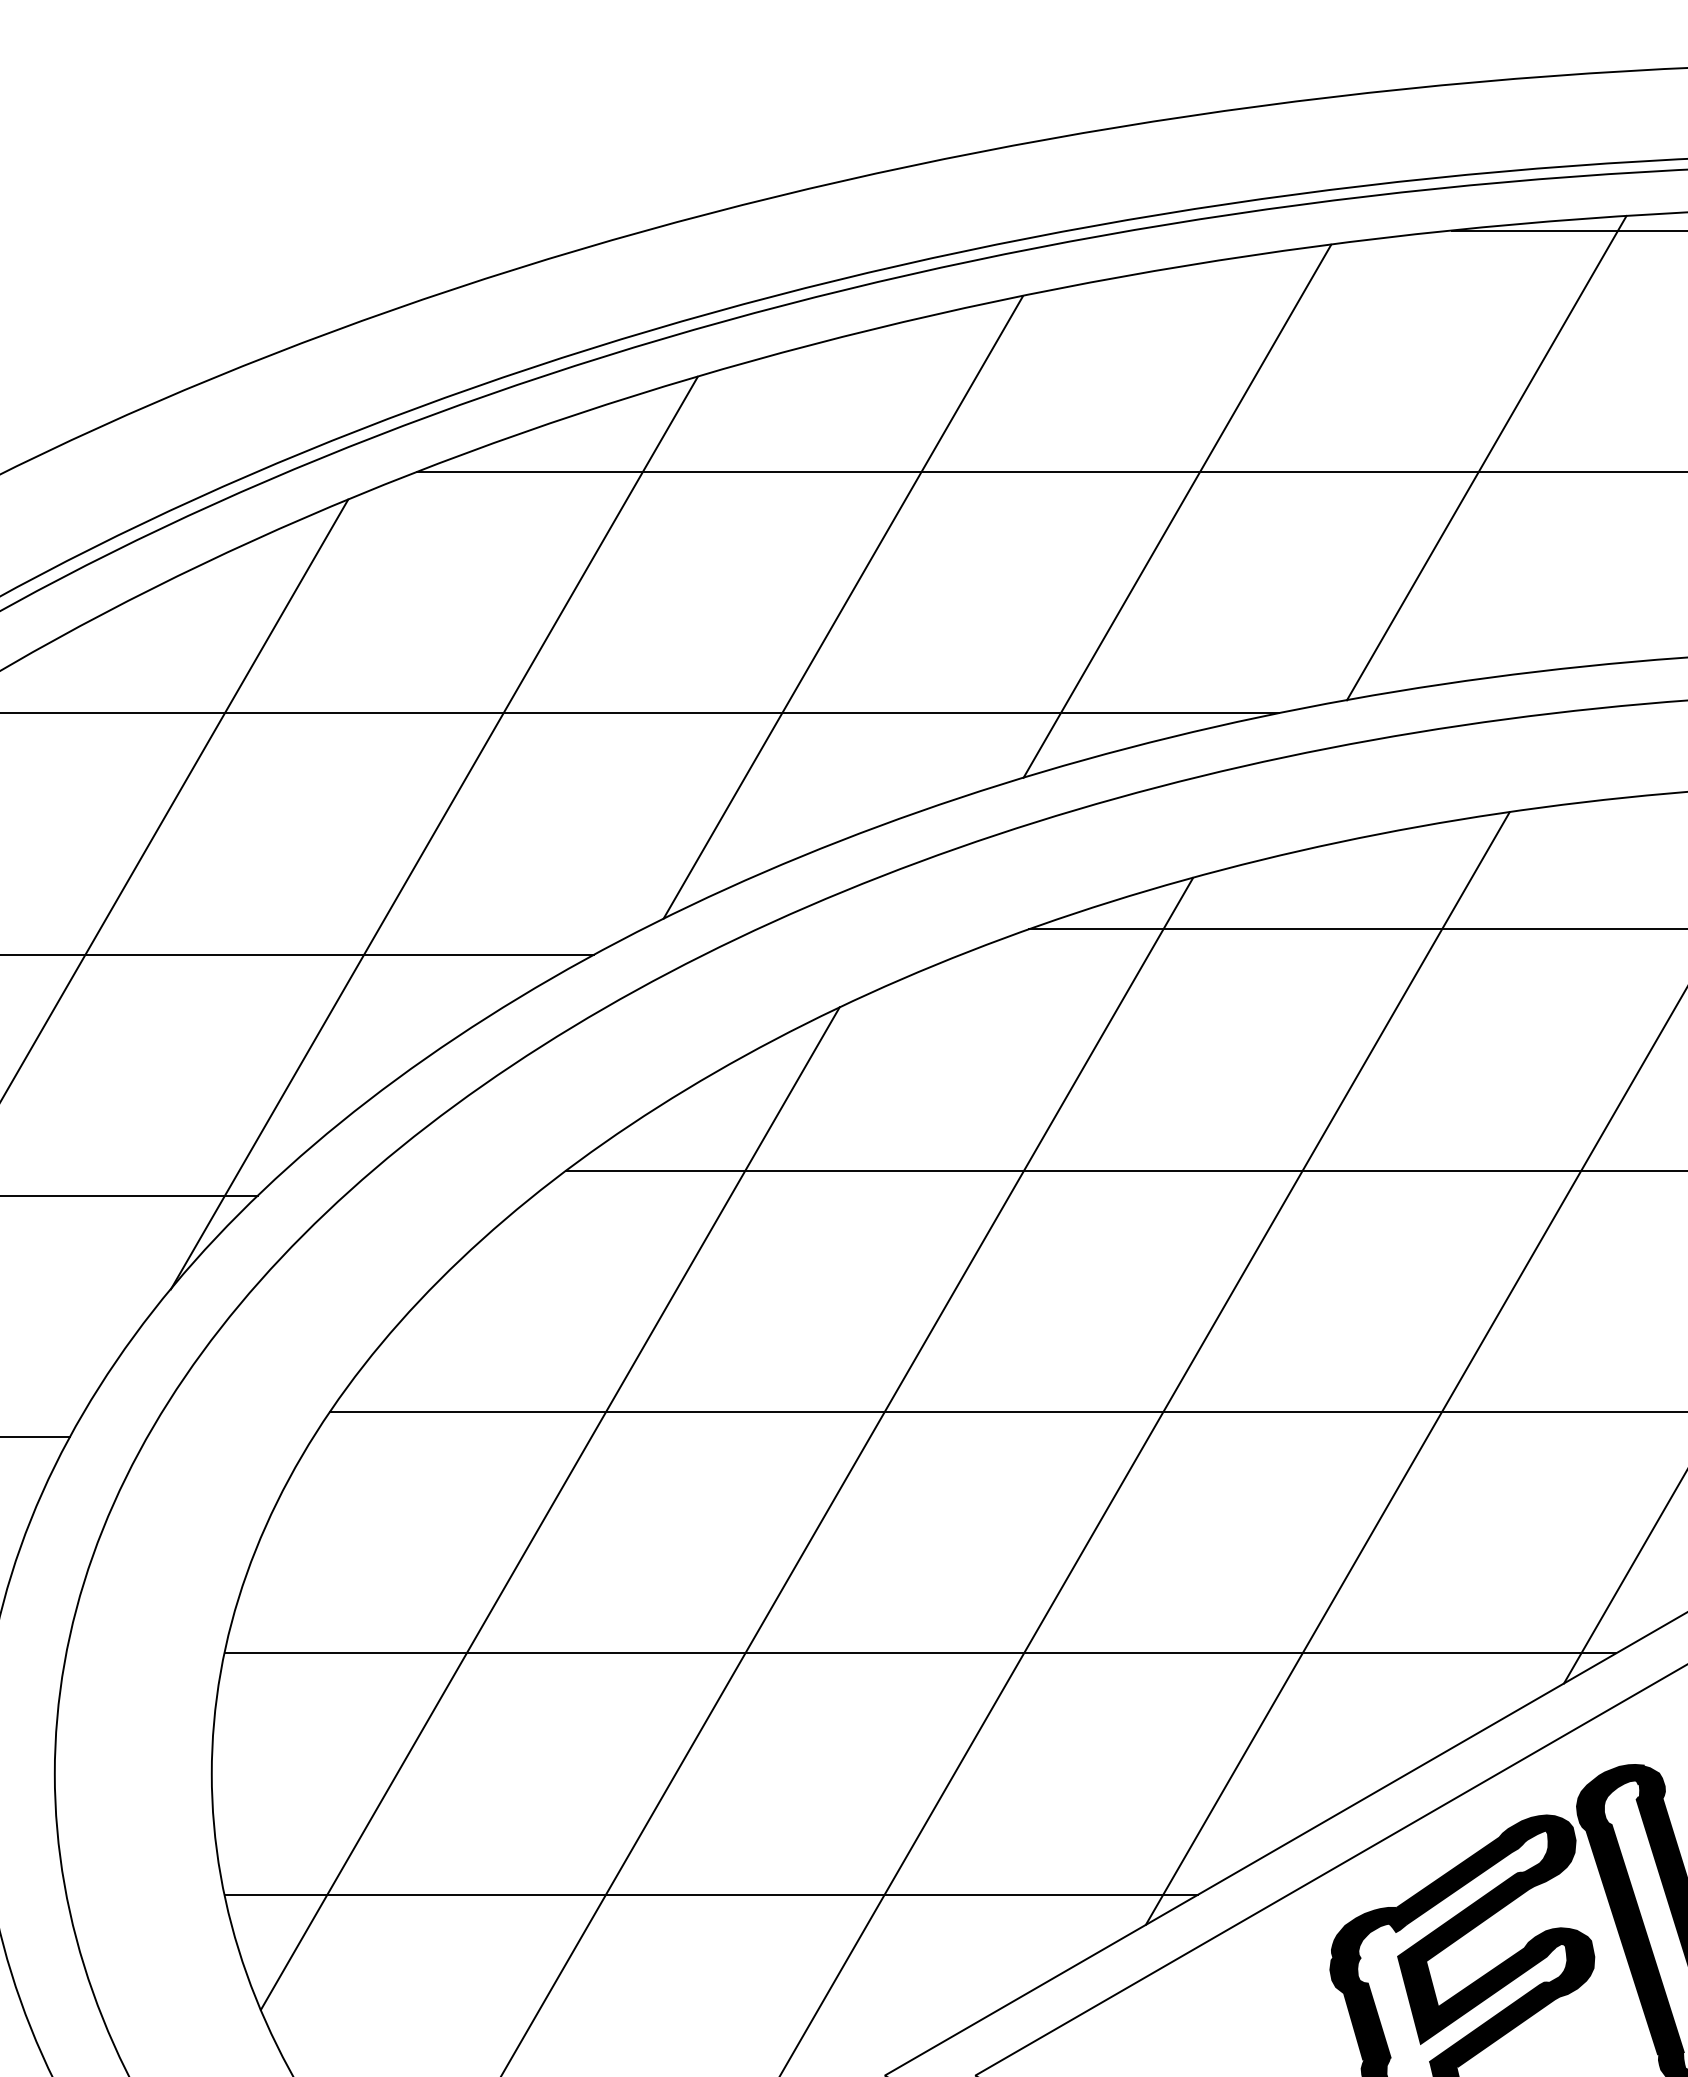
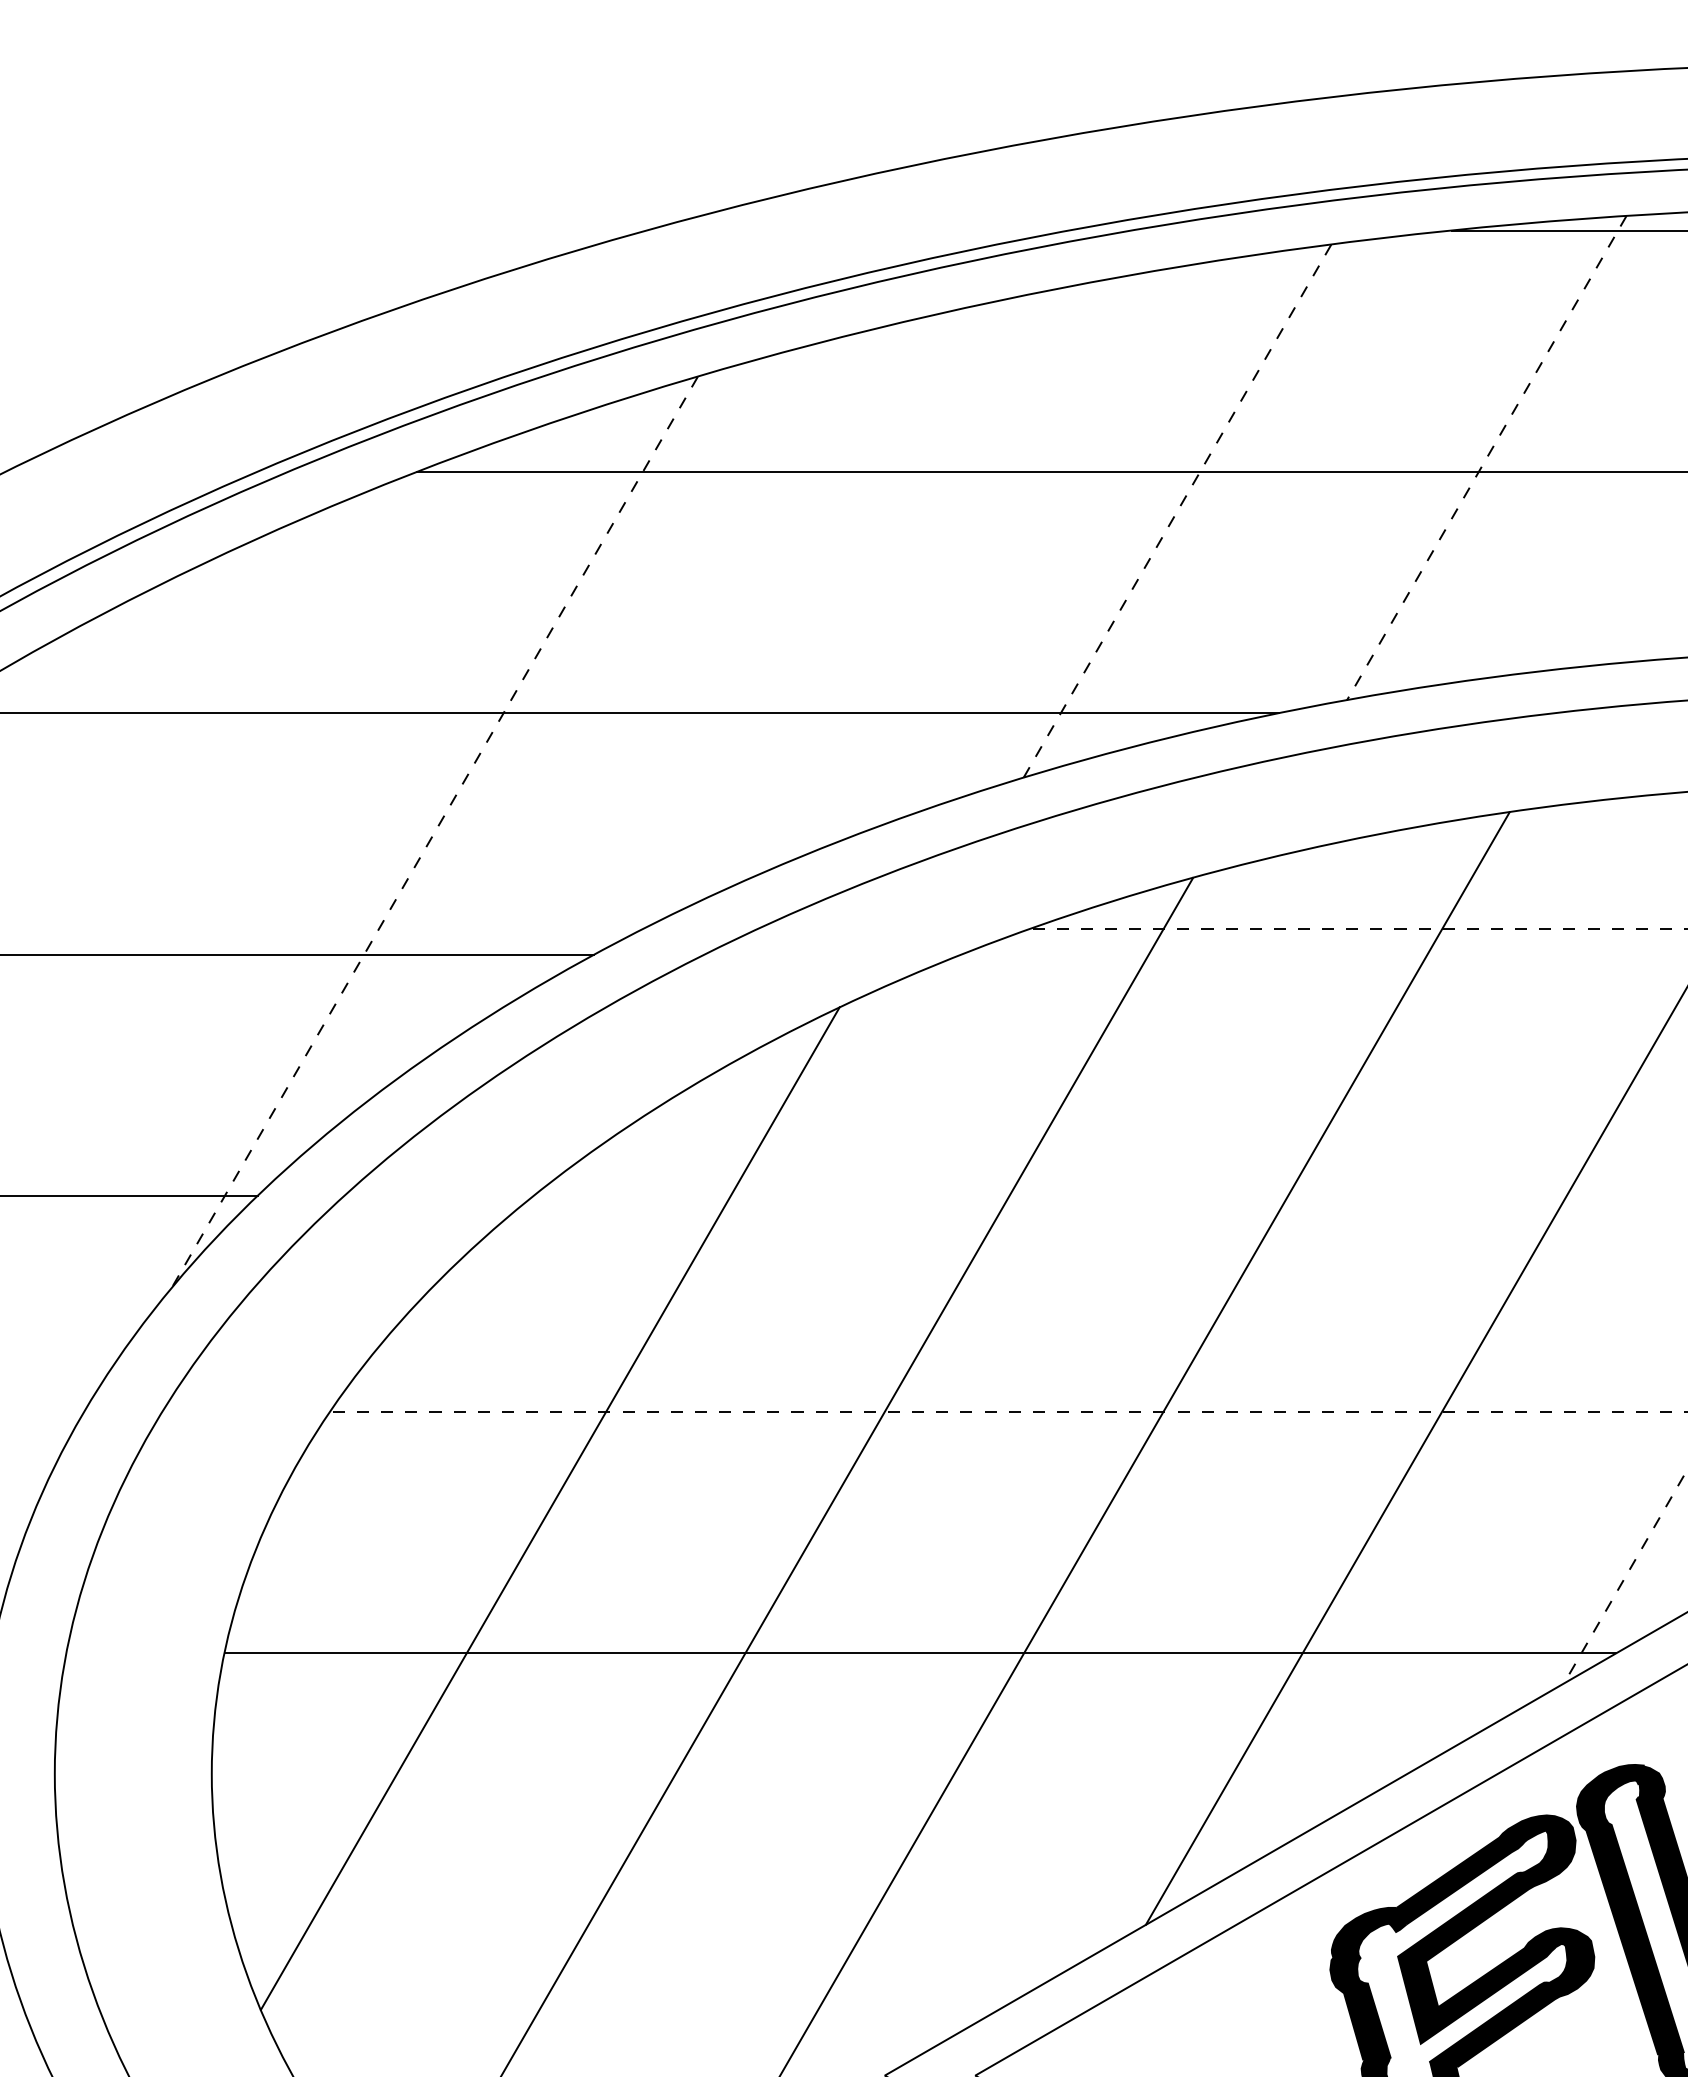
line at (1486, 458): solid -> dashed
line at (1177, 511): solid -> dashed
line at (842, 607): present -> none
line at (175, 798): present -> none
line at (434, 833): solid -> dashed
line at (1357, 929): solid -> dashed
line at (1125, 1170): present -> none
line at (1008, 1411): solid -> dashed
line at (36, 1437): present -> none
line at (1625, 1576): solid -> dashed
line at (711, 1894): present -> none
